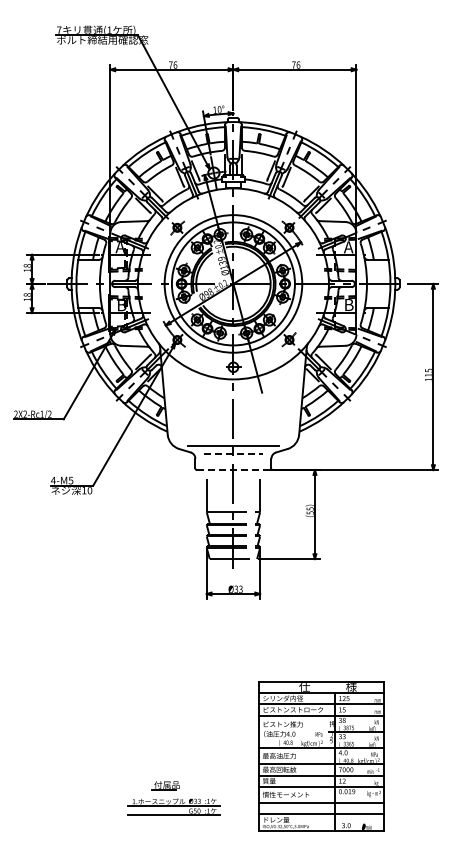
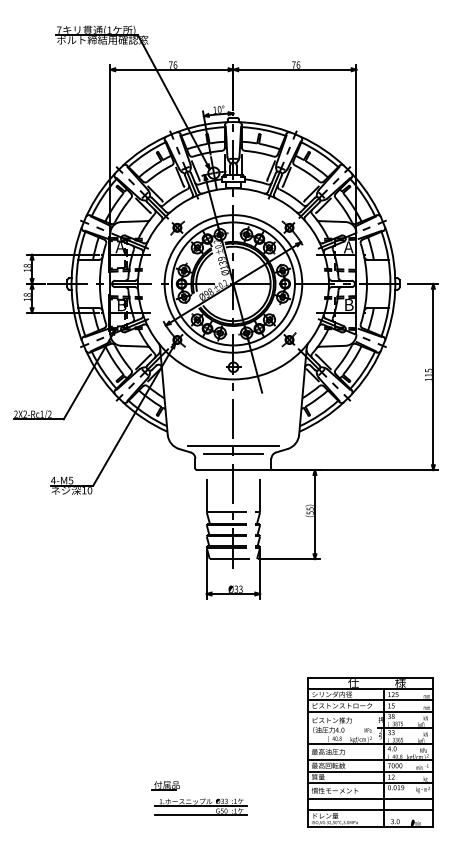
line at (233, 453): dashed -> solid
line at (233, 470): dashed -> solid
part at (321, 756) position: (321, 756) -> (370, 752)
part at (173, 806) position: (173, 806) -> (200, 806)
